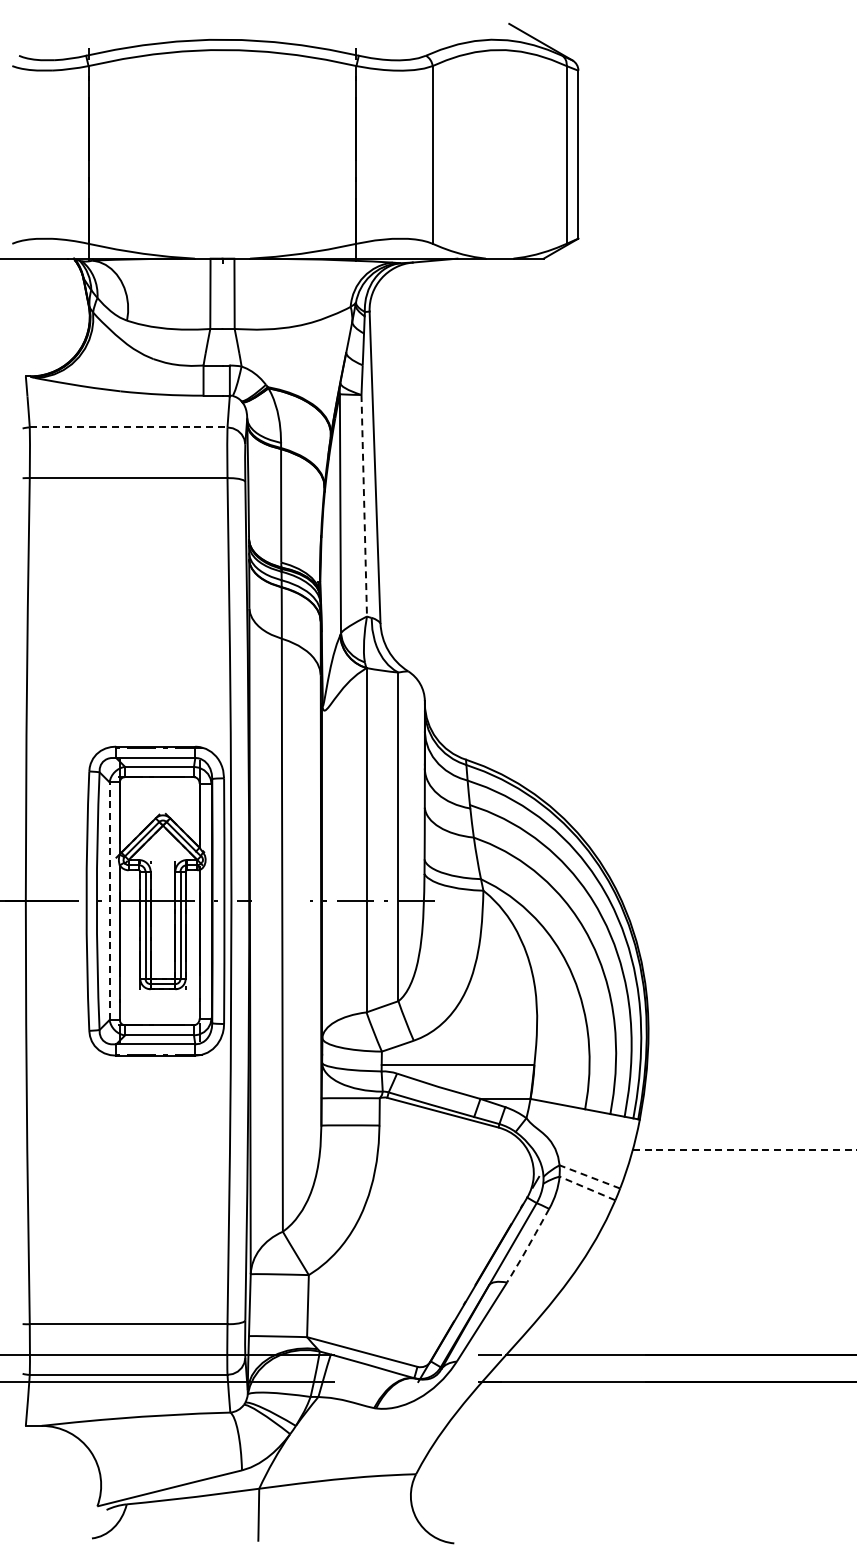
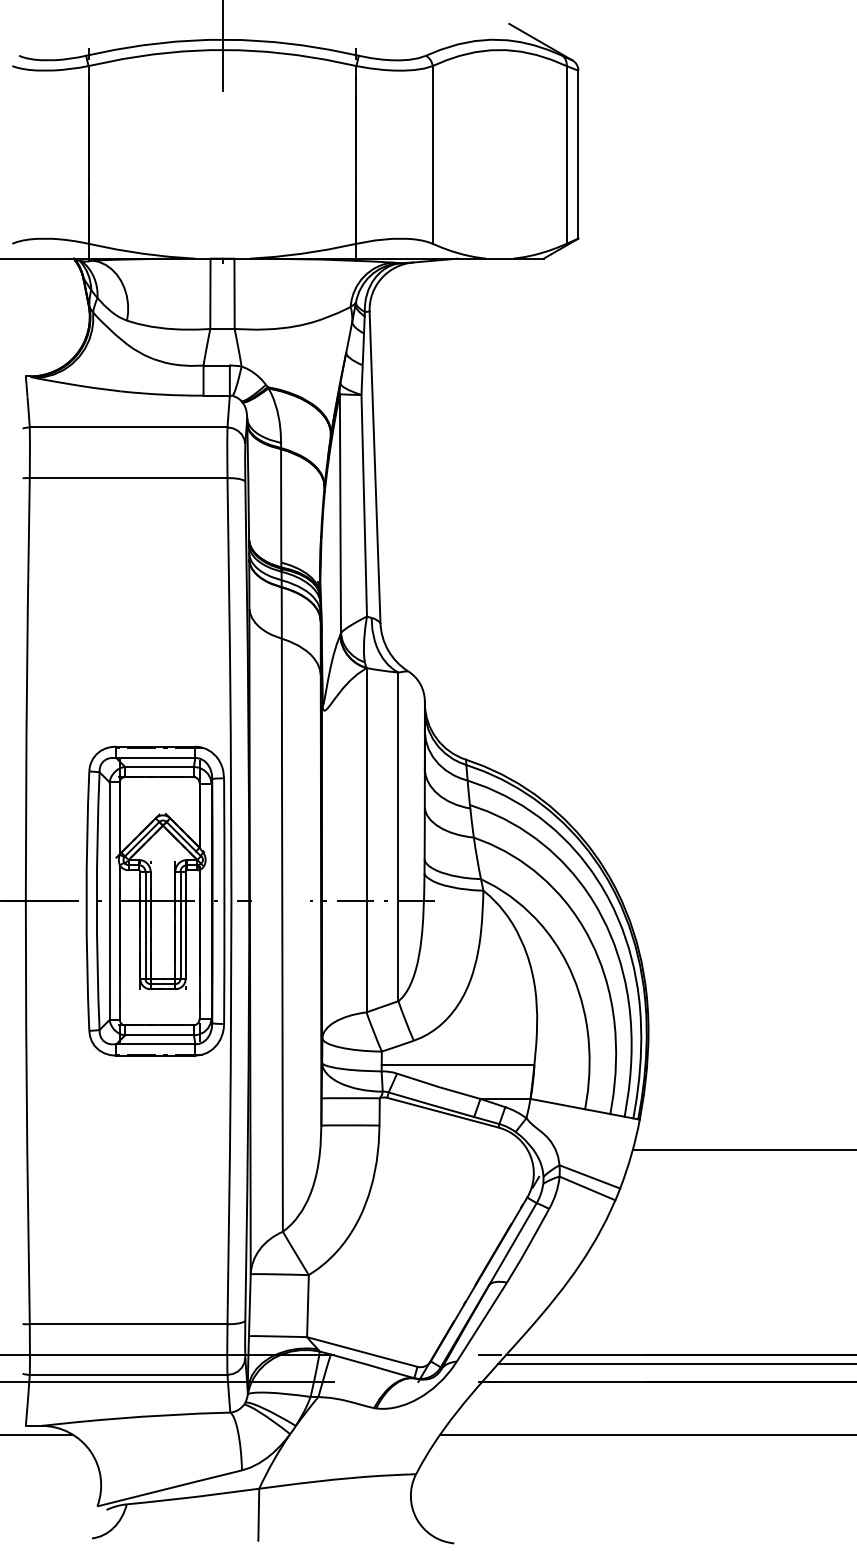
line at (222, 47): none -> present
line at (128, 427): dashed -> solid
line at (364, 505): dashed -> solid
line at (109, 901): dashed -> solid
line at (744, 1149): dashed -> solid
line at (589, 1176): dashed -> solid
line at (587, 1188): dashed -> solid
line at (528, 1245): dashed -> solid
line at (675, 1363): none -> present
line at (37, 1435): none -> present
line at (646, 1435): none -> present
